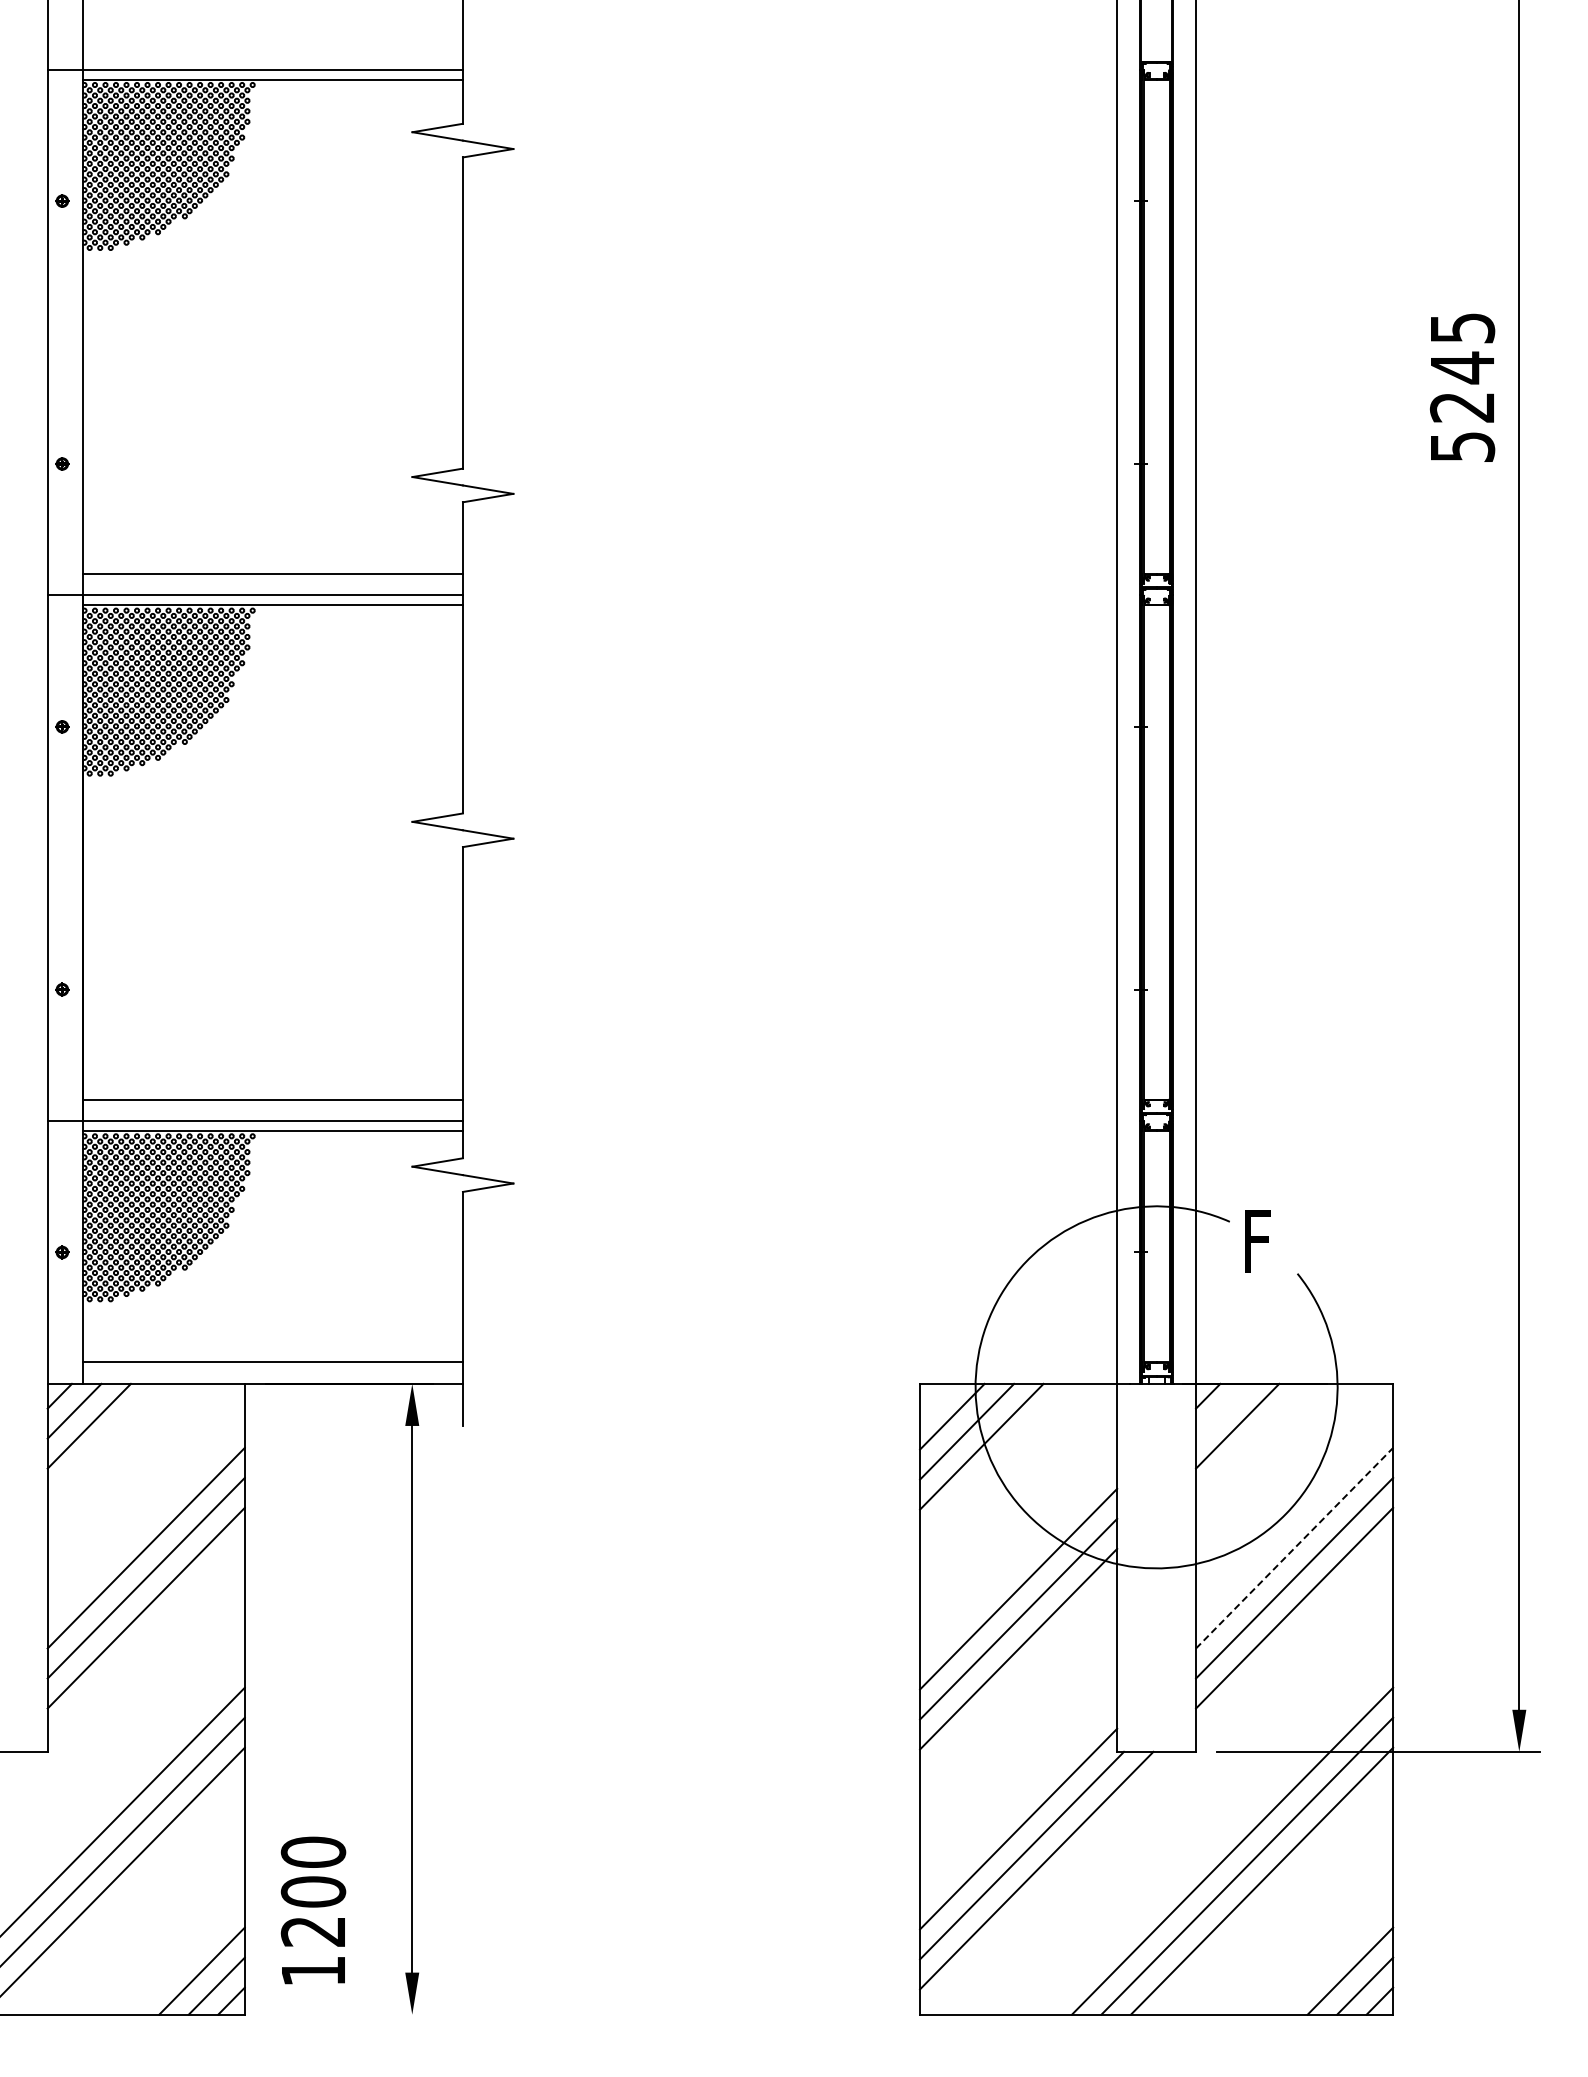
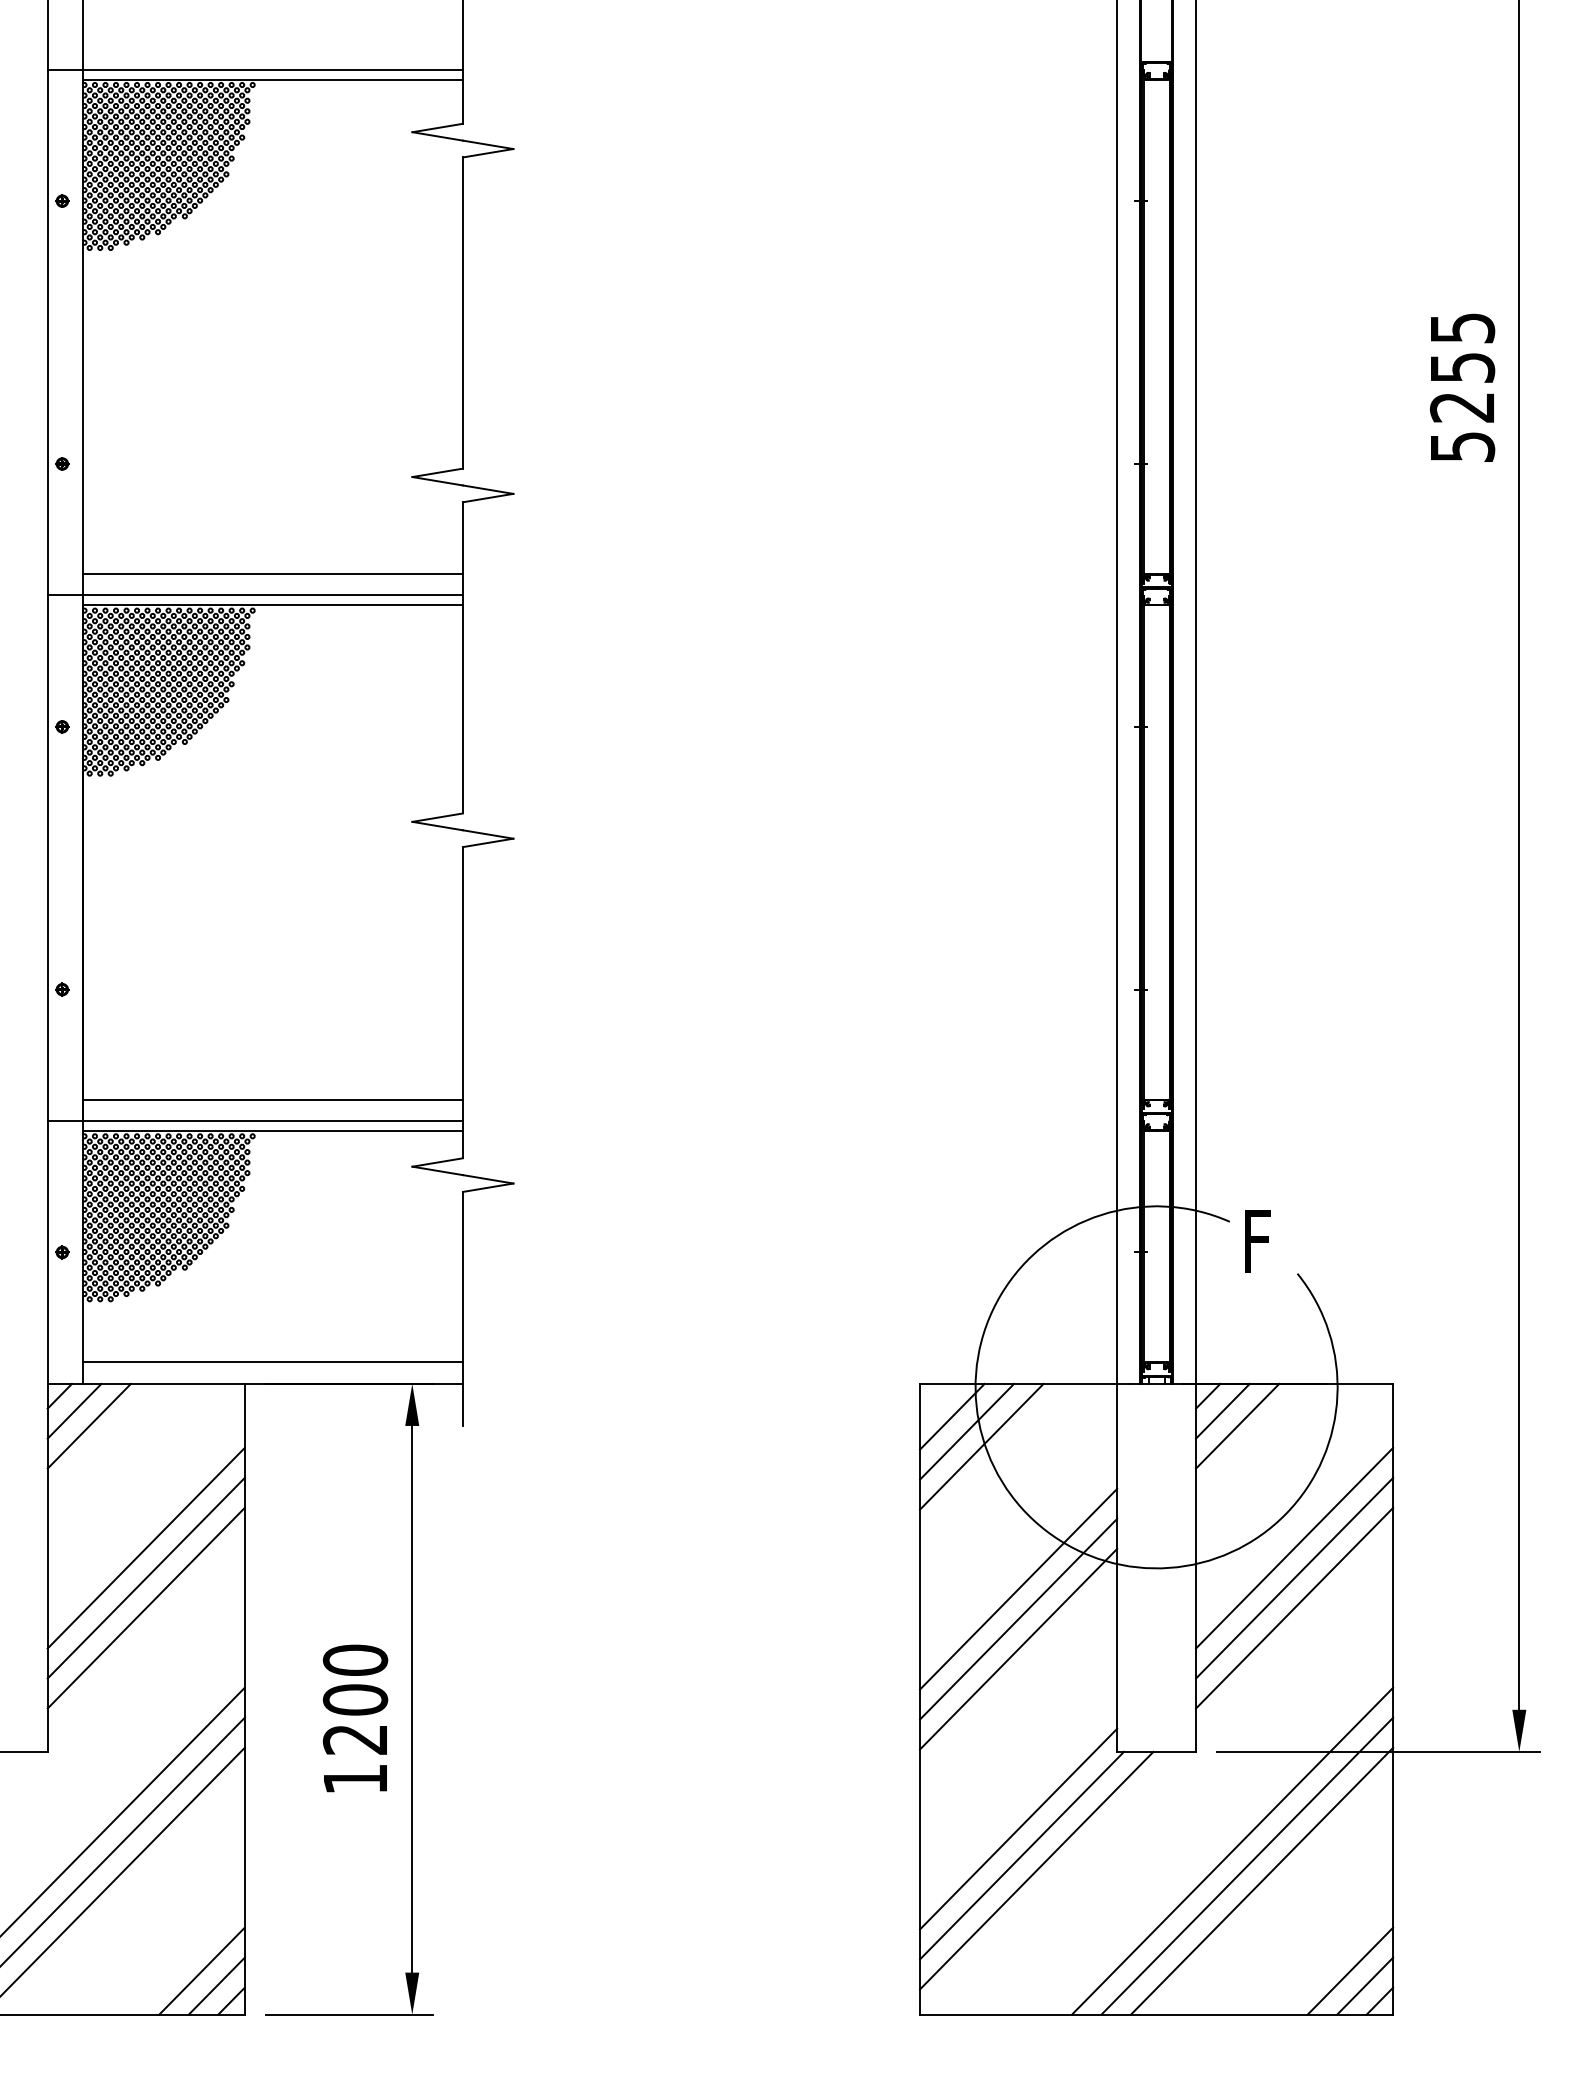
text at (1463, 367): 5245 -> 5255
line at (1222, 1410): none -> present
line at (1294, 1548): dashed -> solid
text at (313, 1910) position: (313, 1910) -> (355, 1718)
line at (349, 2014): none -> present
